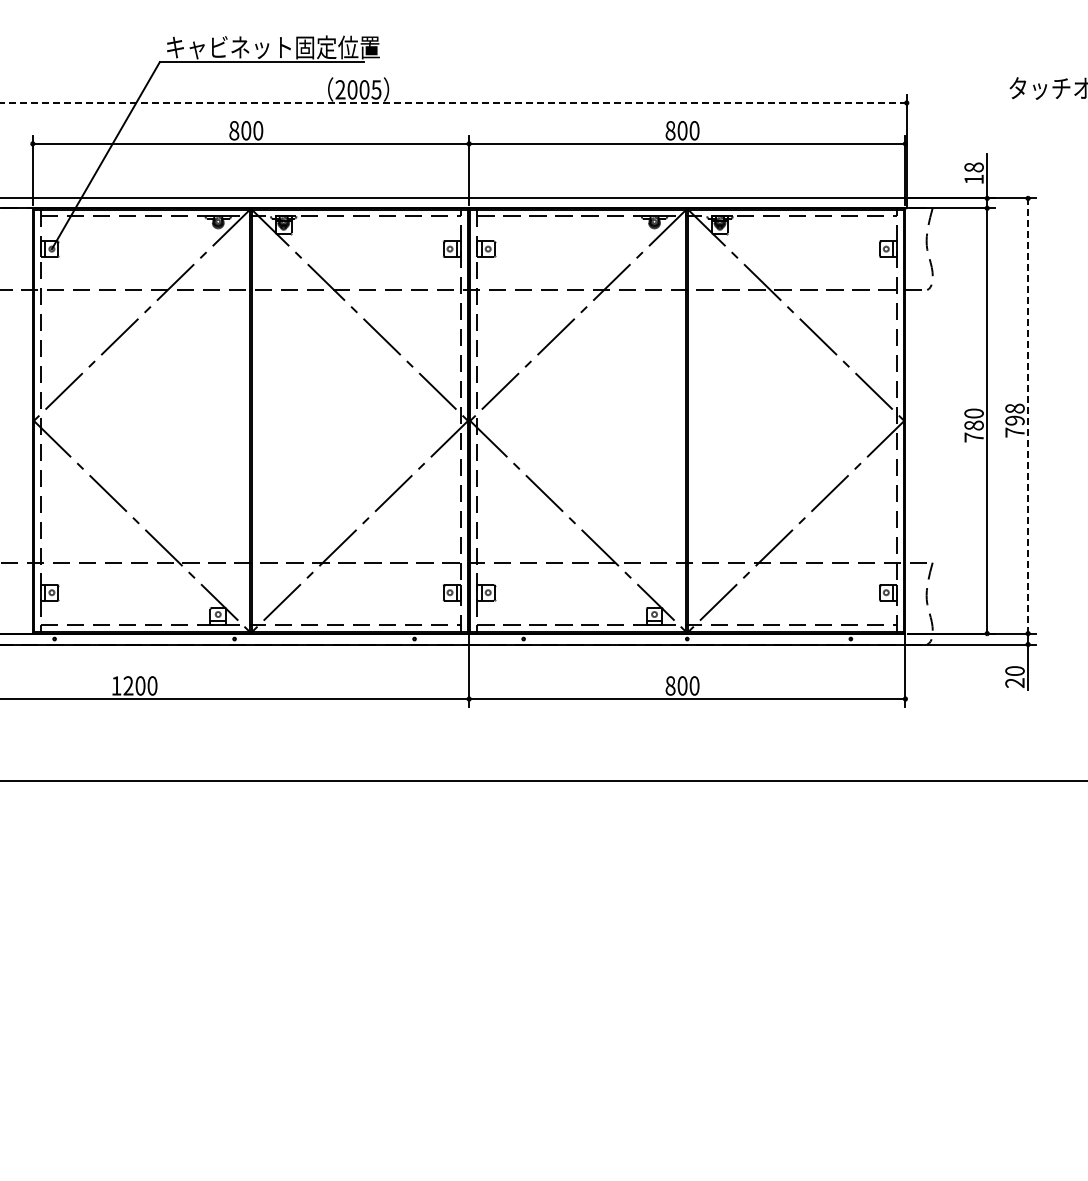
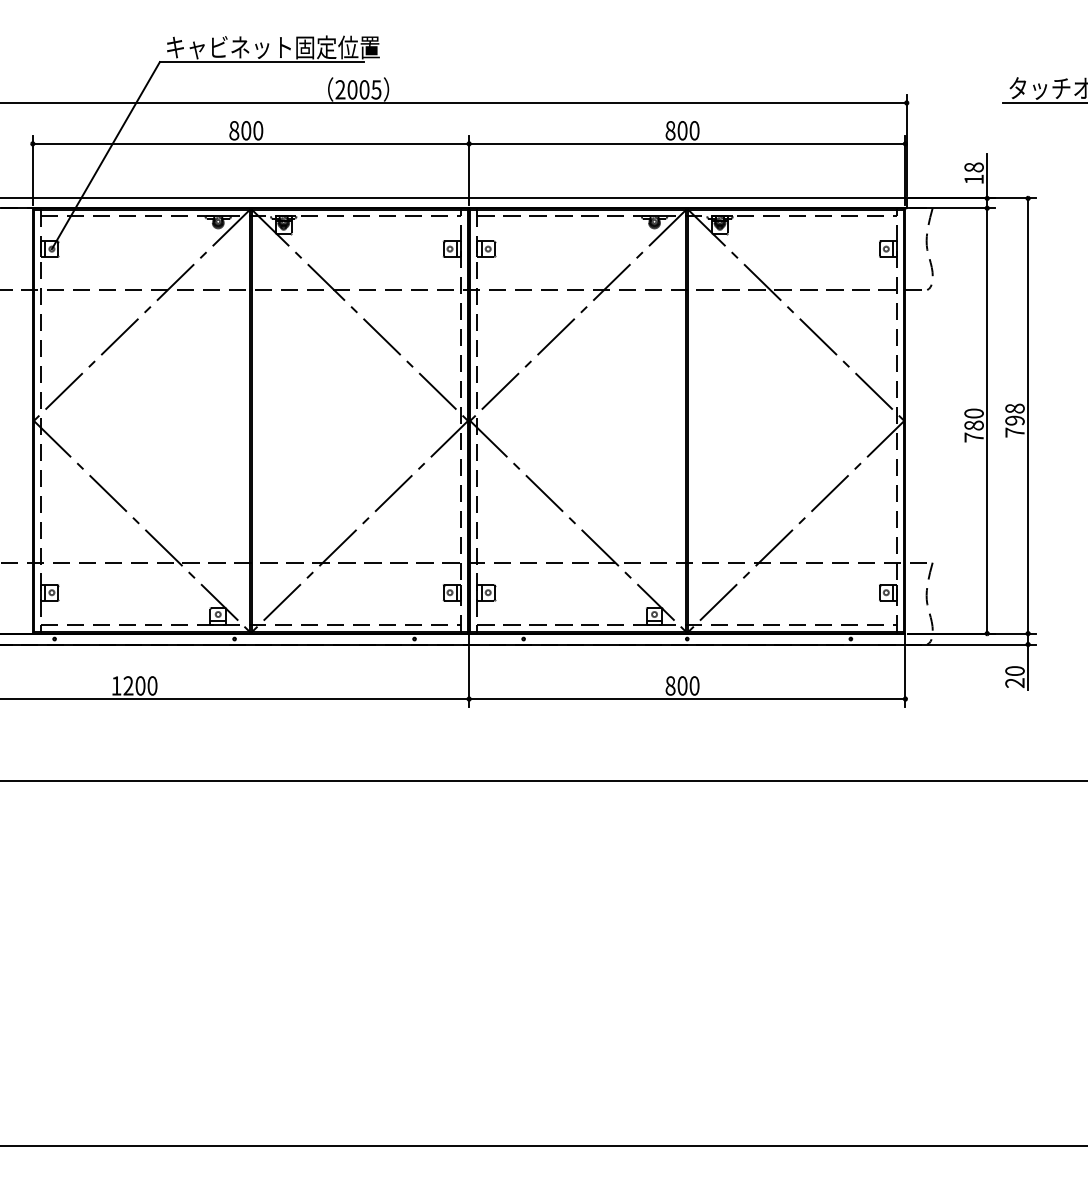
line at (453, 102): dashed -> solid
line at (1043, 102): none -> present
line at (1028, 416): dashed -> solid
line at (543, 1145): none -> present
